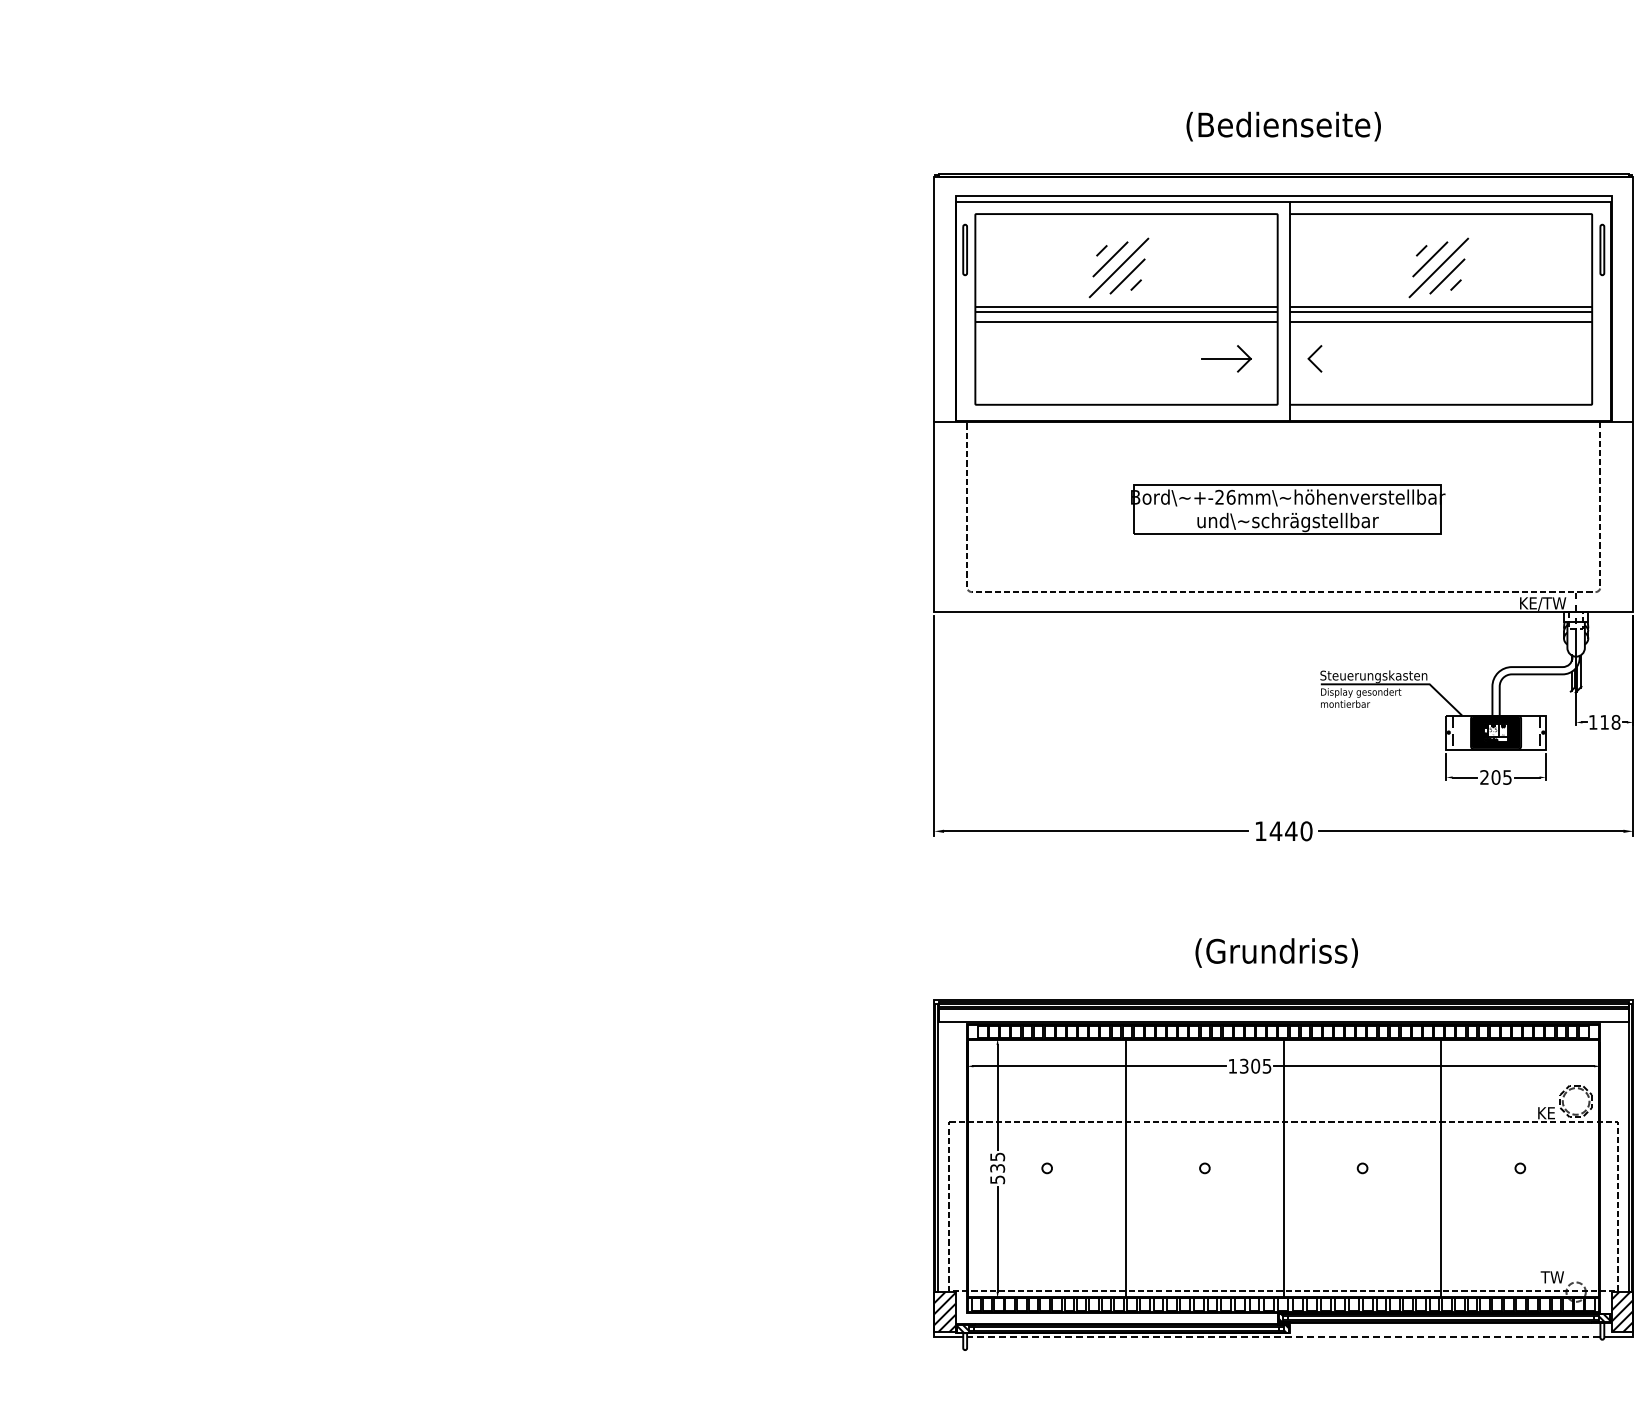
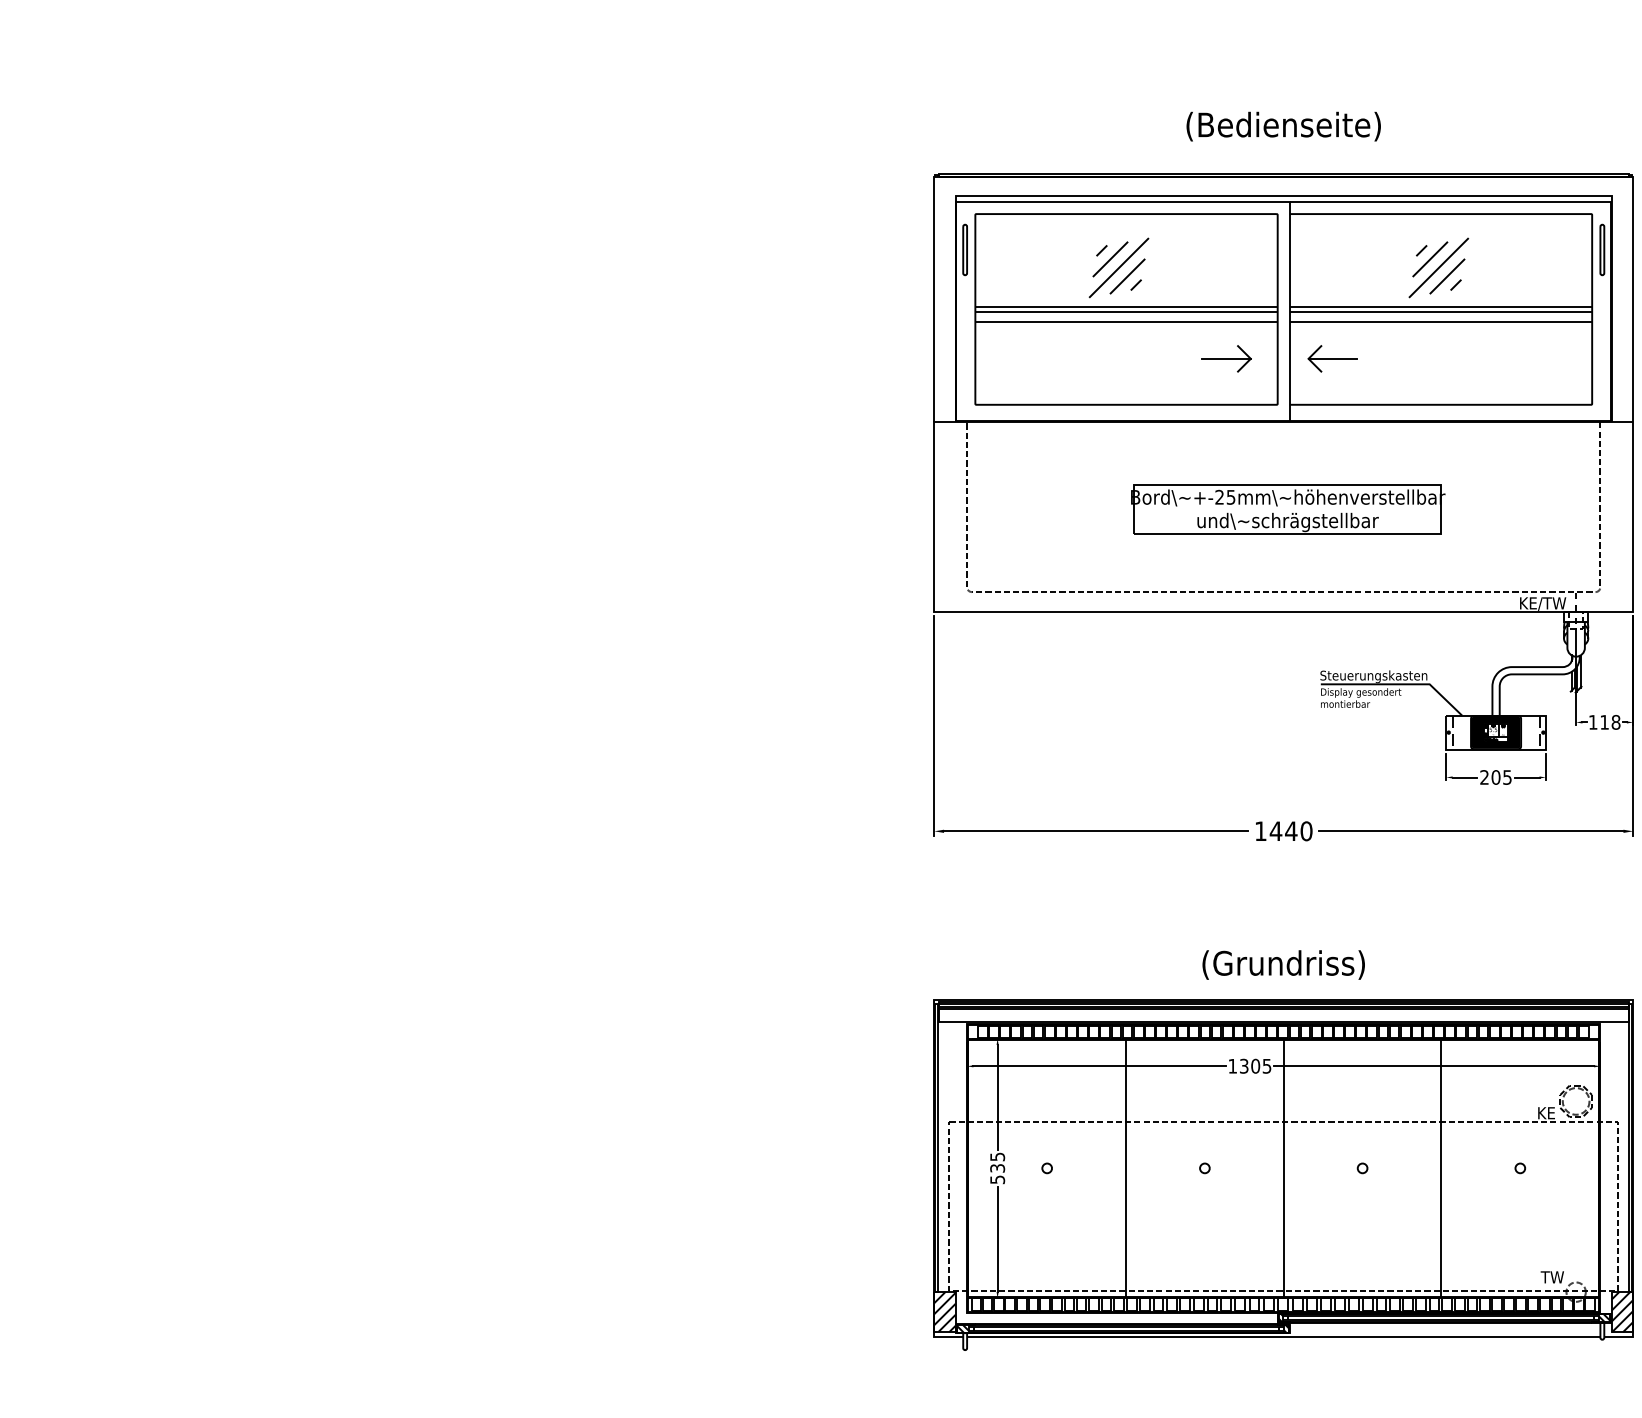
line at (1332, 358): none -> present
text at (1230, 496): +-26mm -> +-25mm
text at (1276, 952) position: (1276, 952) -> (1283, 964)
line at (1283, 1337): dashed -> solid
